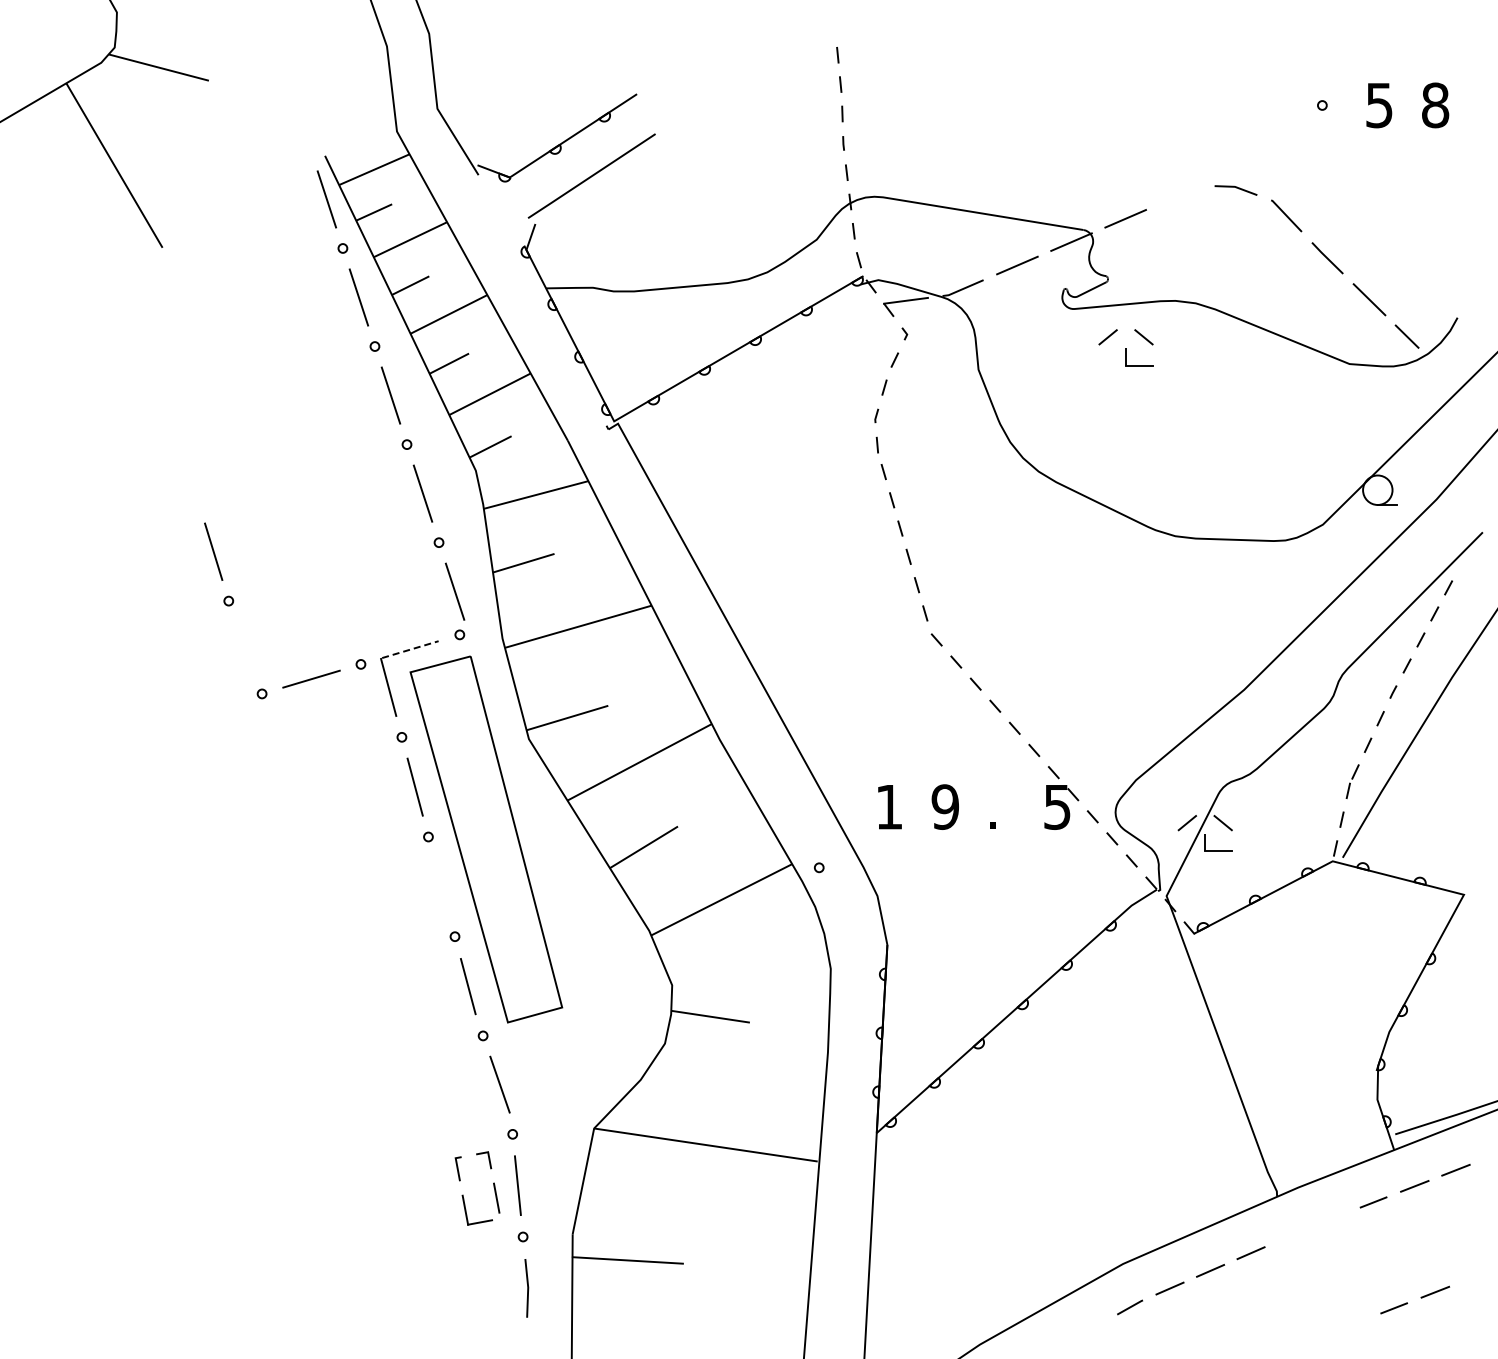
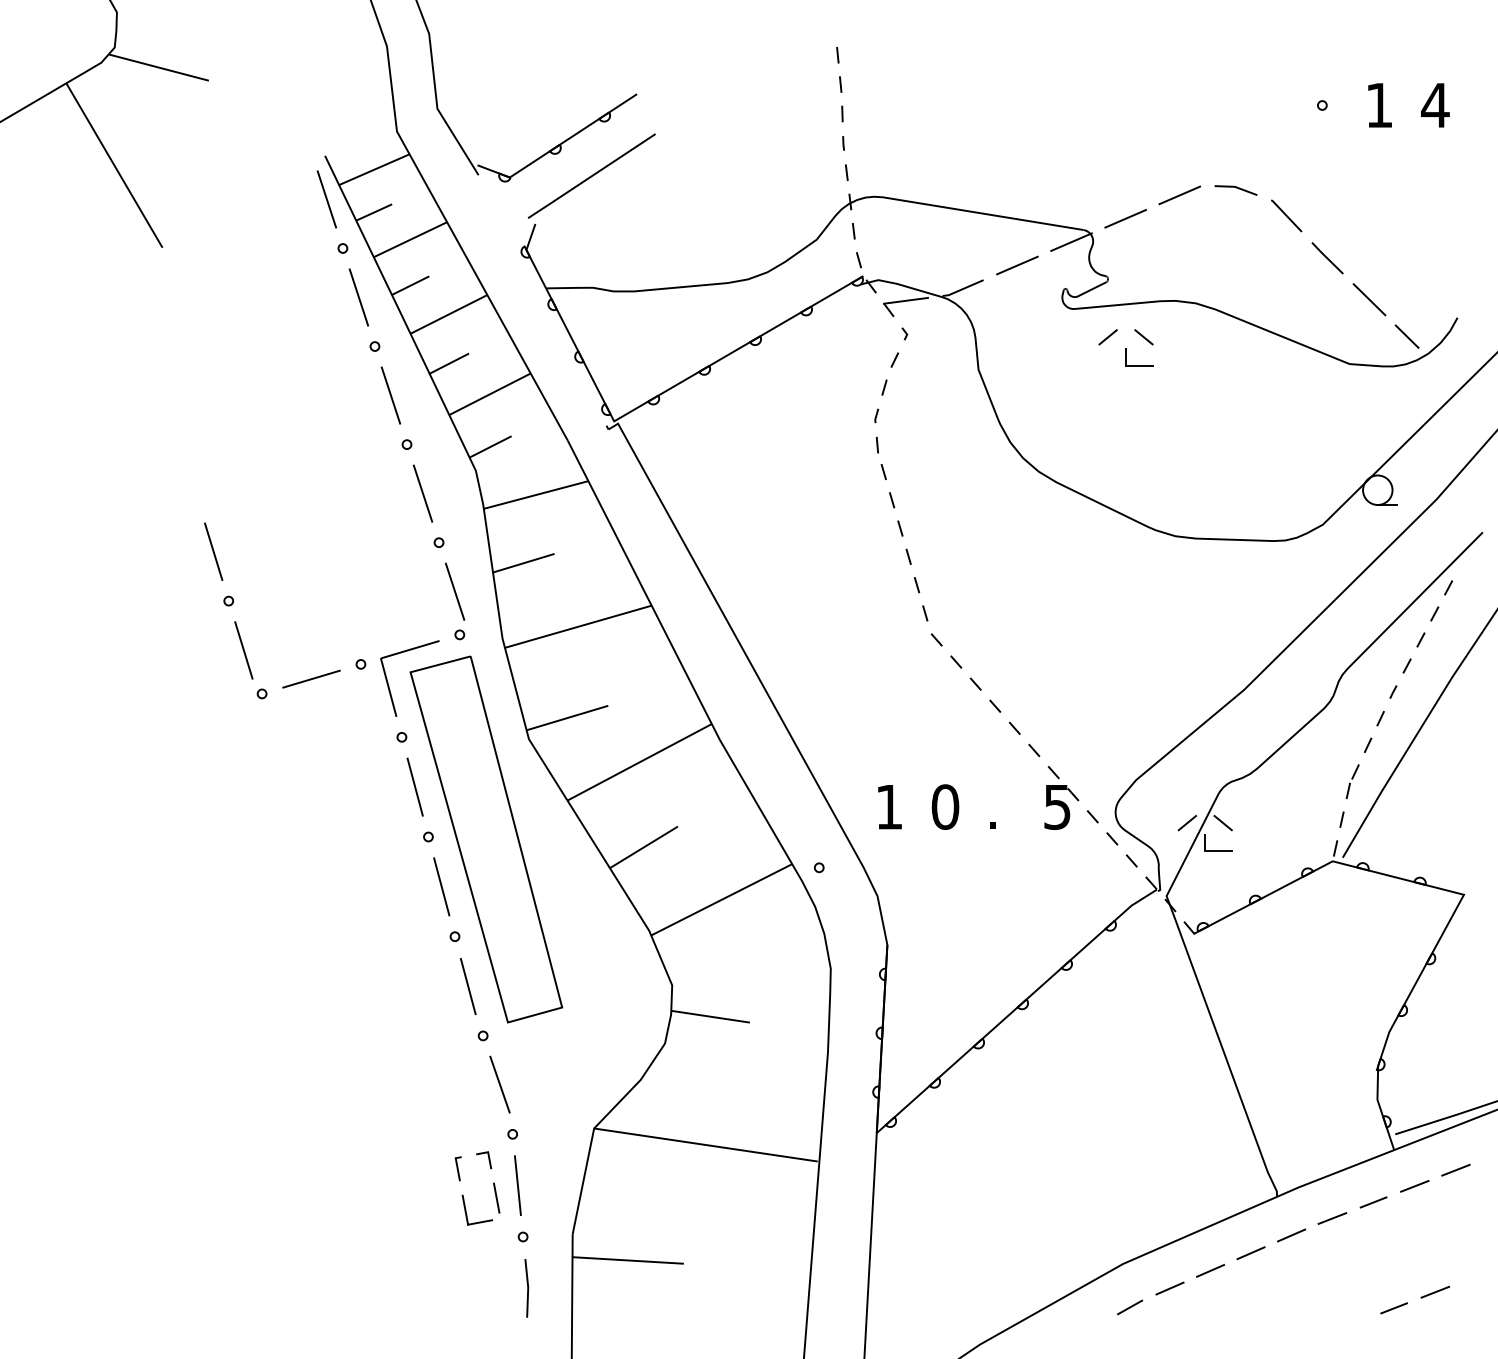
text at (1379, 105): 5 -> 1
text at (1435, 105): 8 -> 4
line at (1179, 195): none -> present
line at (410, 649): dashed -> solid
line at (243, 650): none -> present
text at (945, 806): 9 -> 0
line at (441, 886): none -> present
line at (1332, 1218): none -> present
line at (1291, 1235): none -> present
